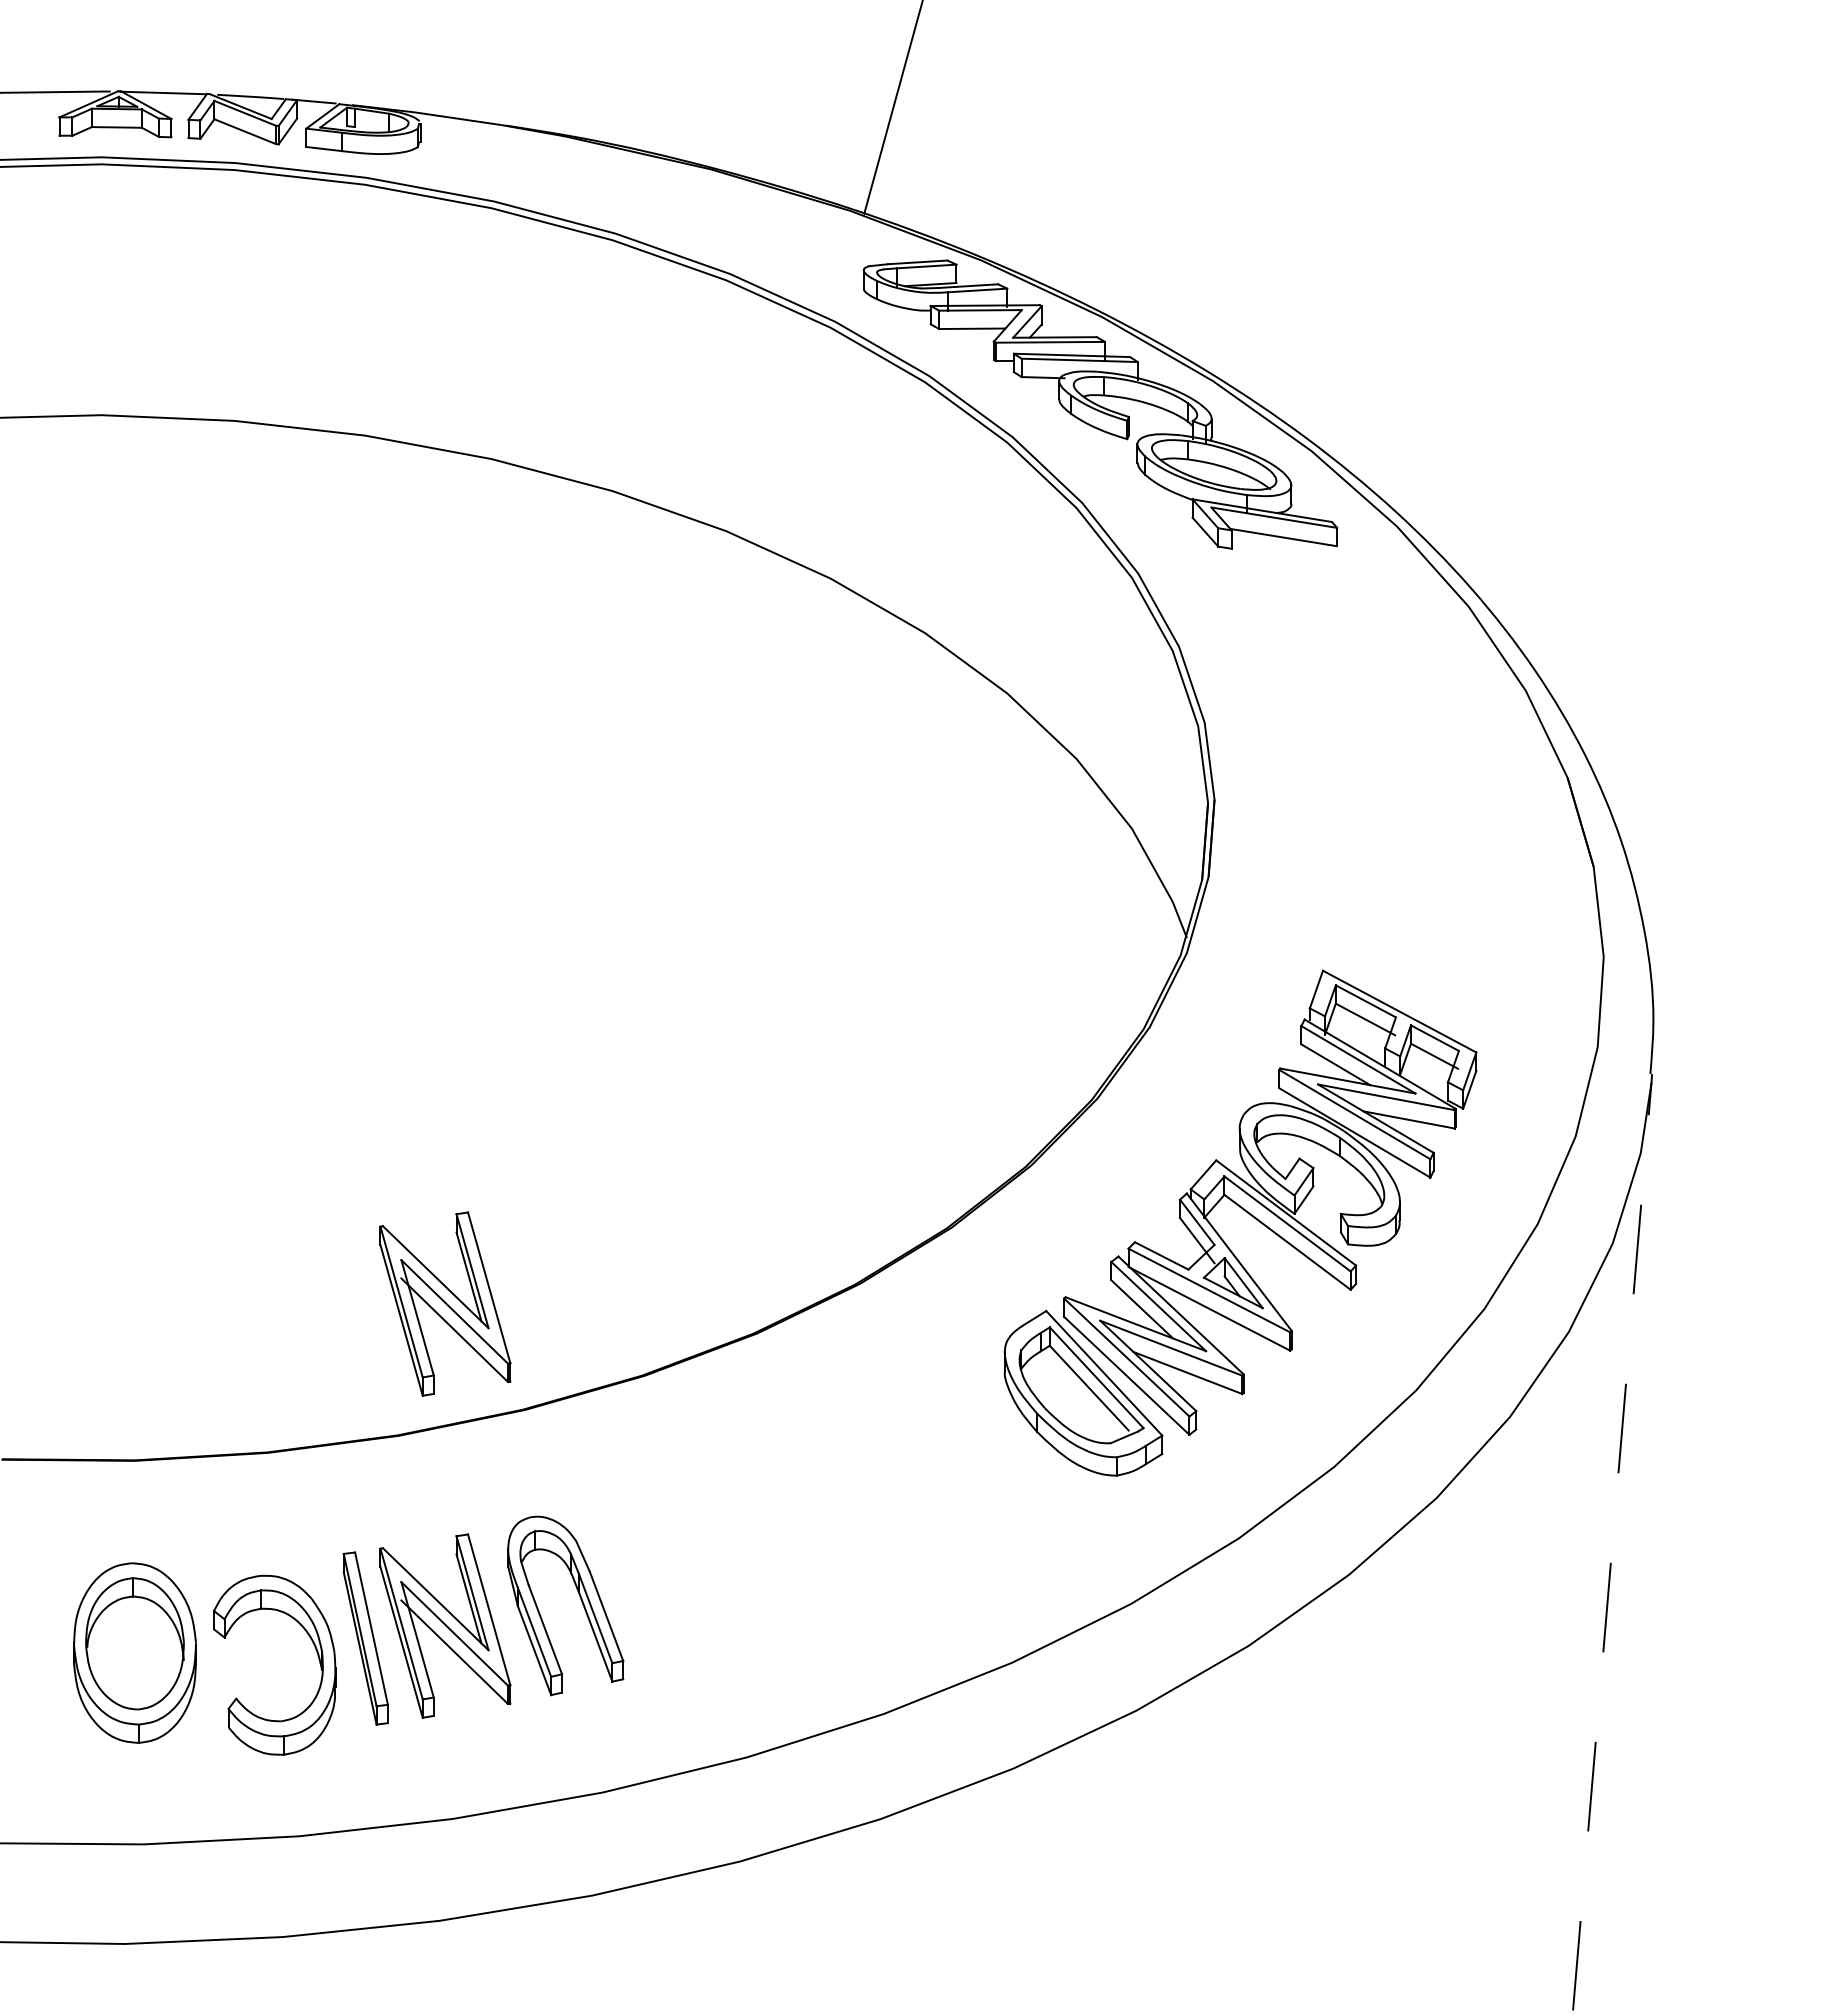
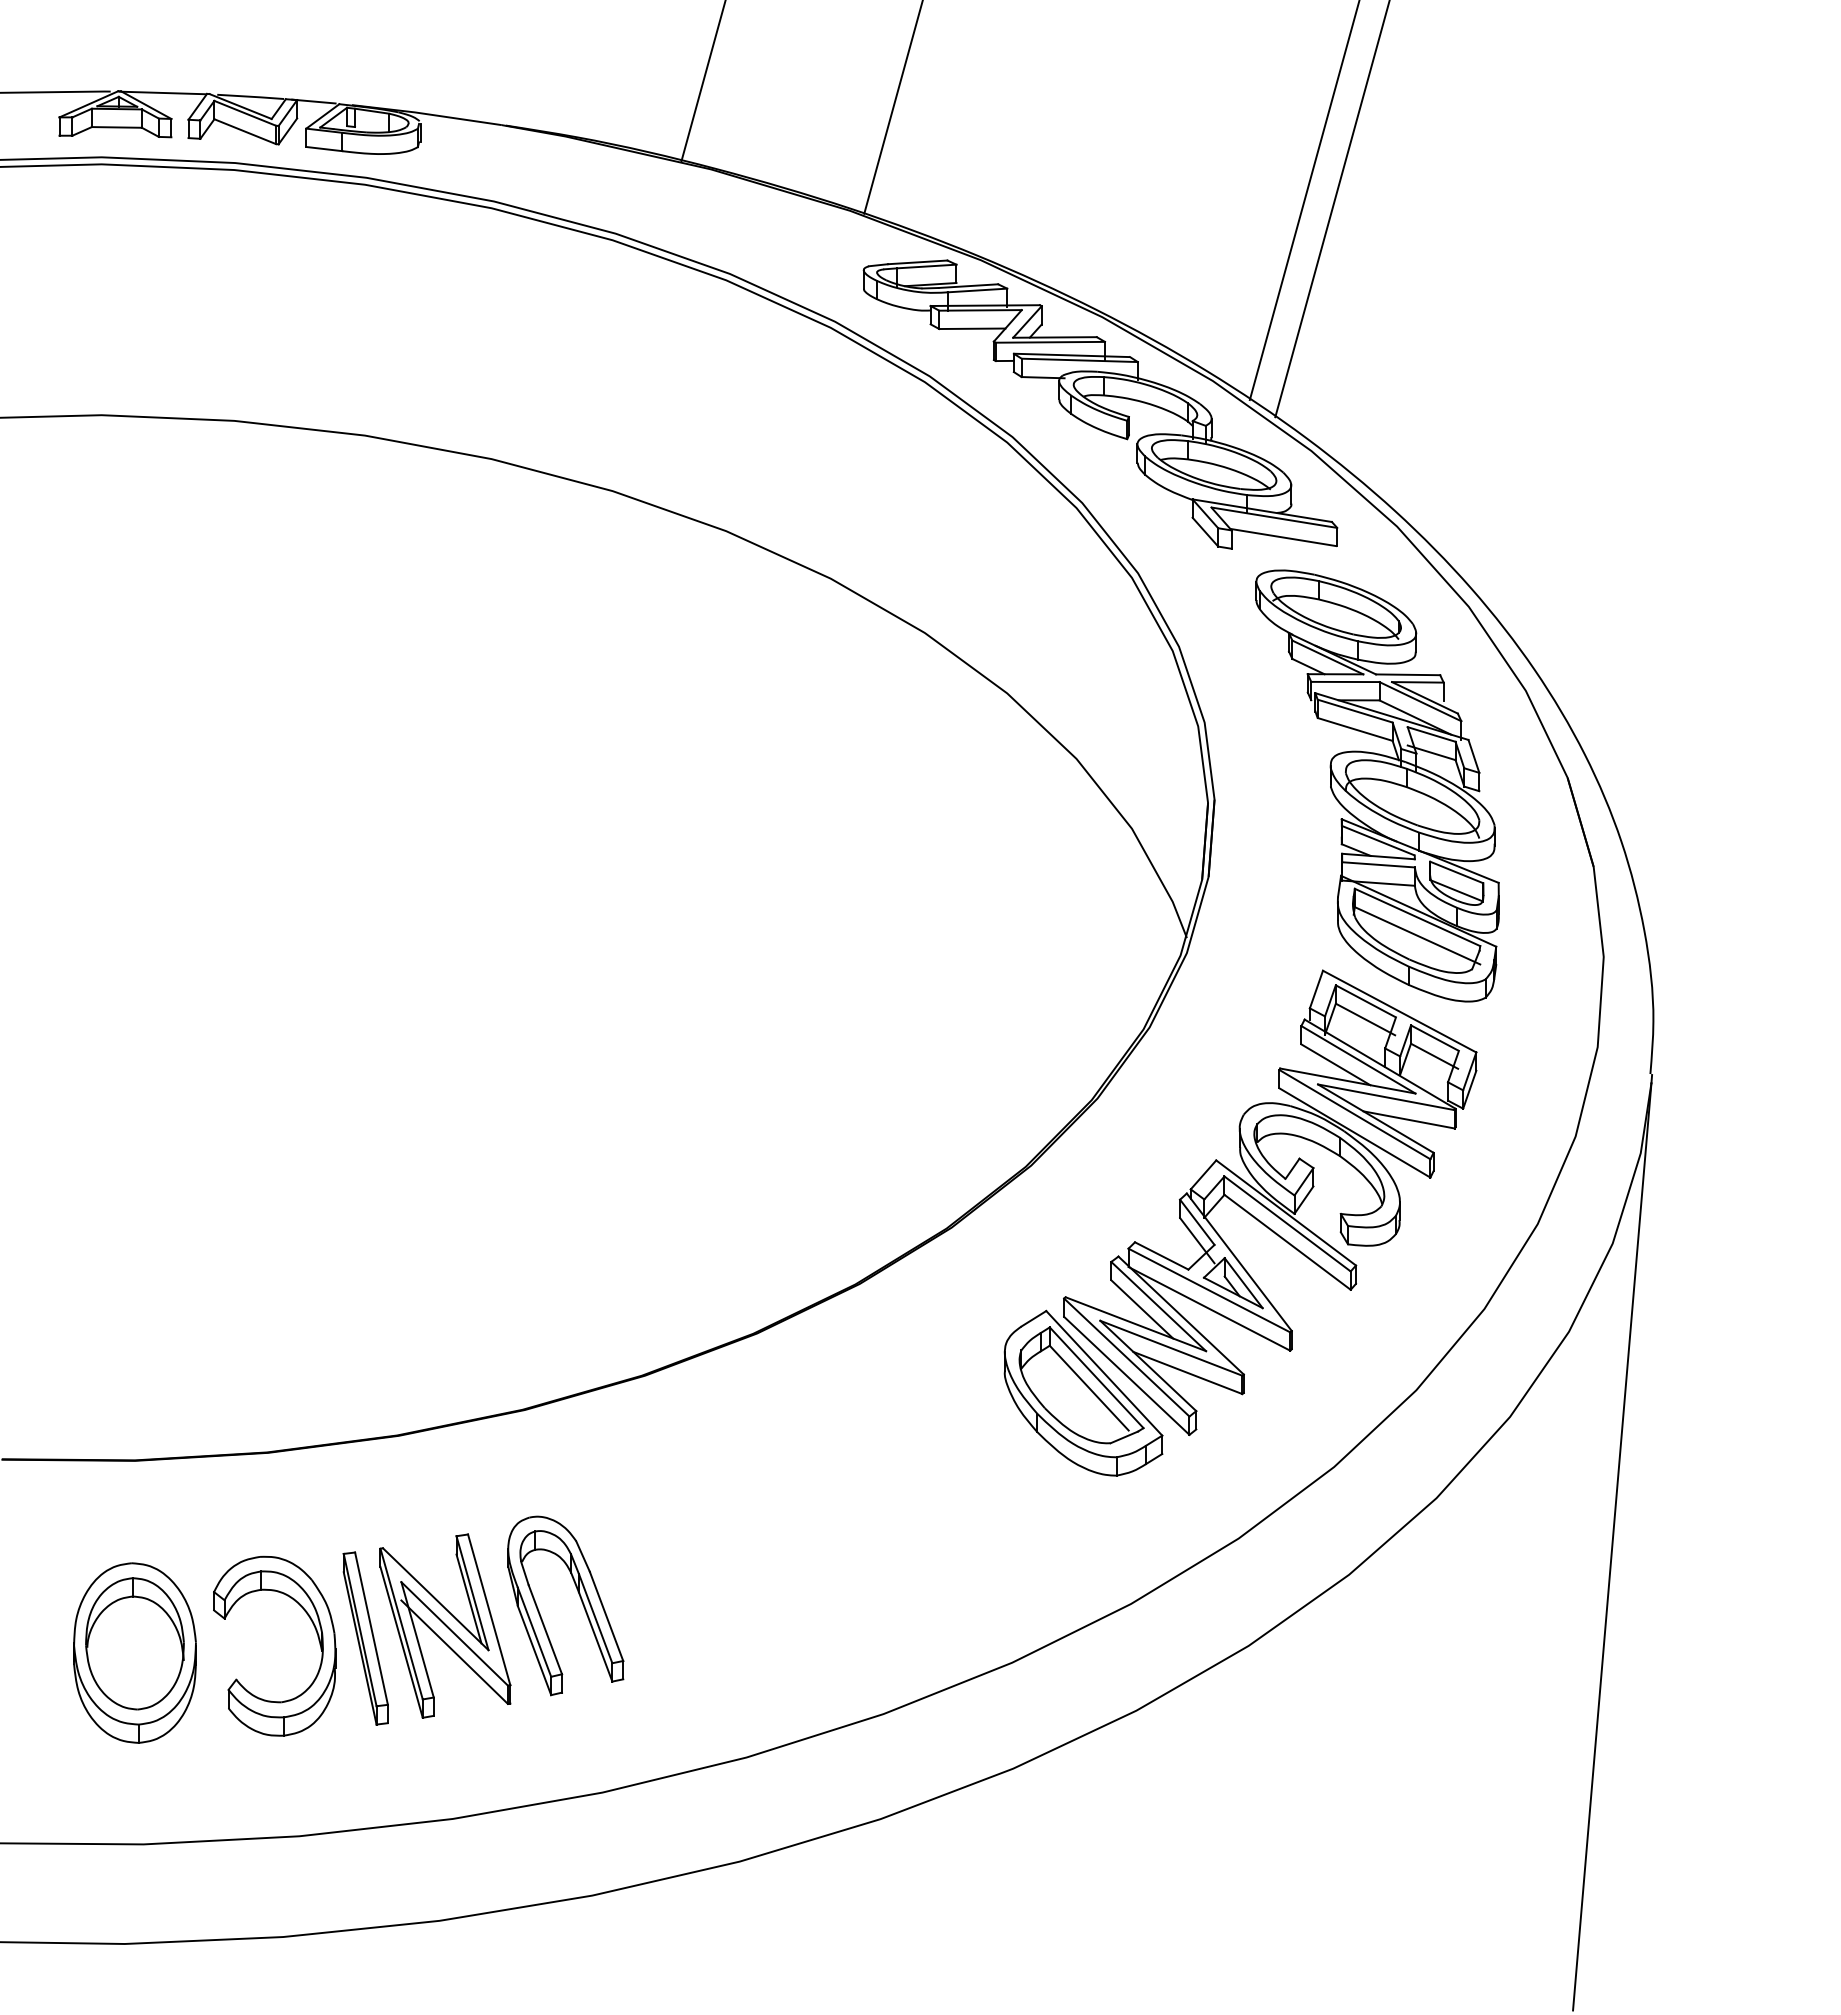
line at (702, 81): none -> present
line at (1303, 201): none -> present
line at (1332, 209): none -> present
part at (1377, 785): none -> present
part at (445, 1303): present -> none
line at (1612, 1546): dashed -> solid
part at (314, 1647) position: (314, 1647) -> (314, 1628)
